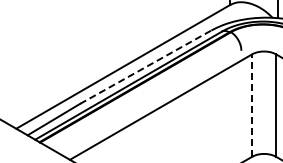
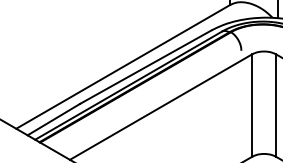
line at (146, 66): dashed -> solid
line at (252, 105): dashed -> solid
